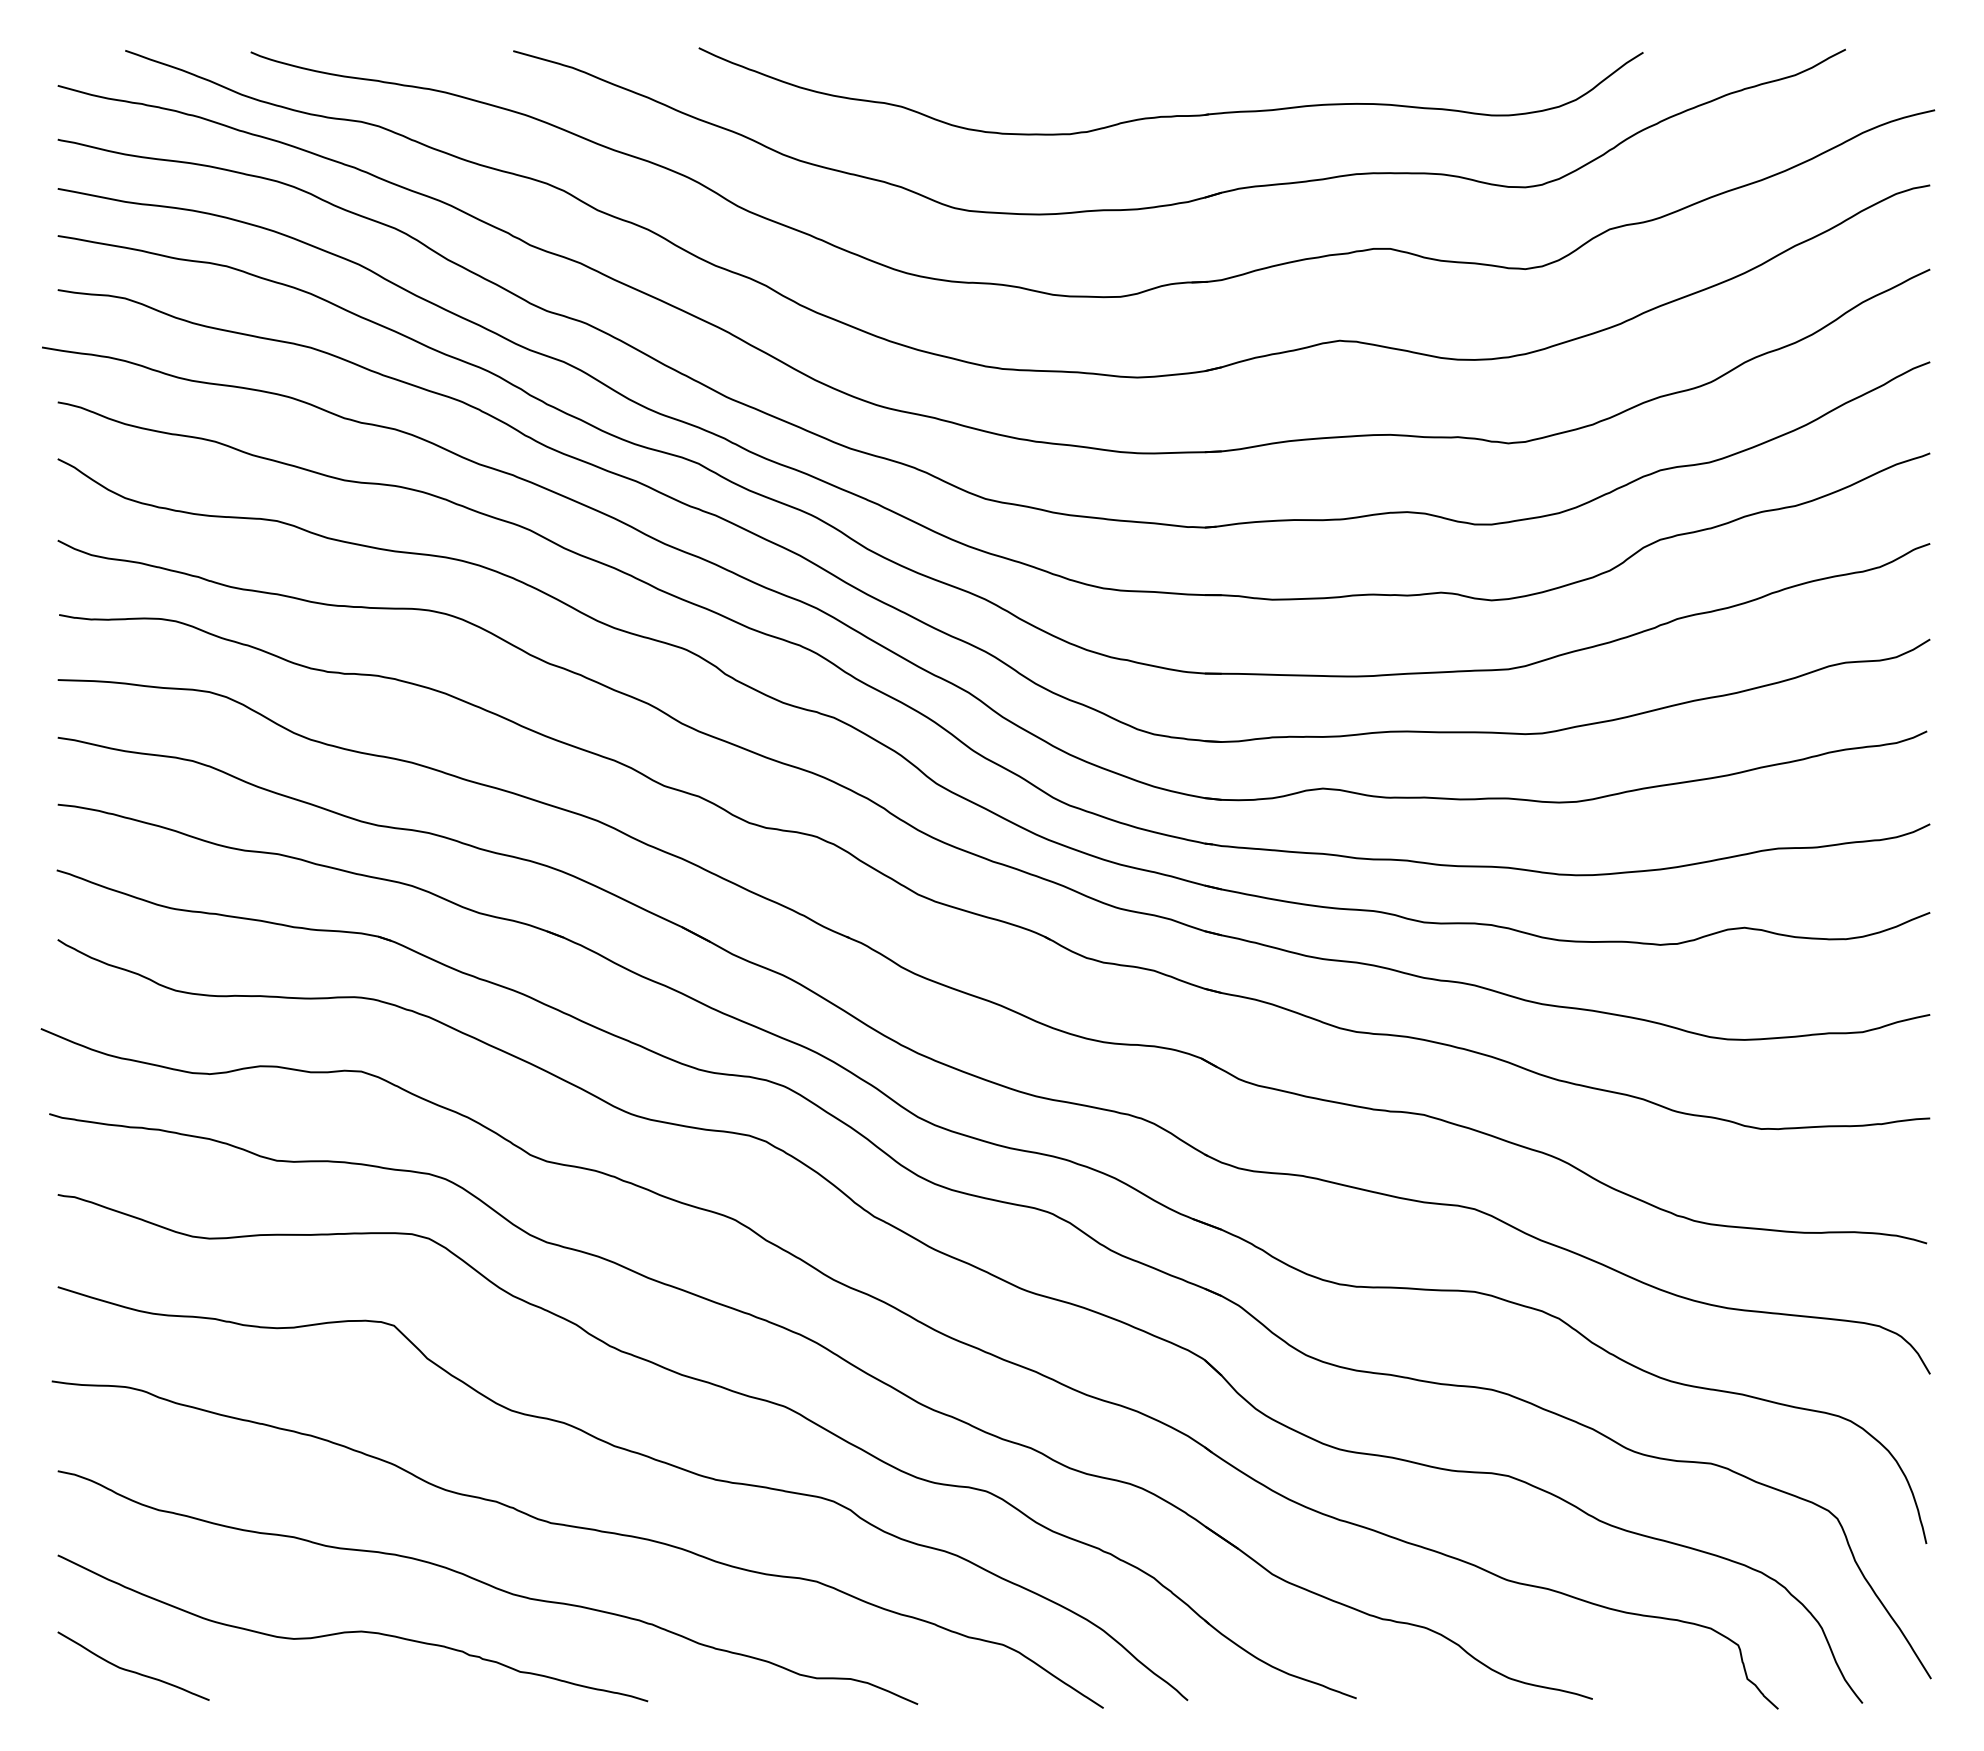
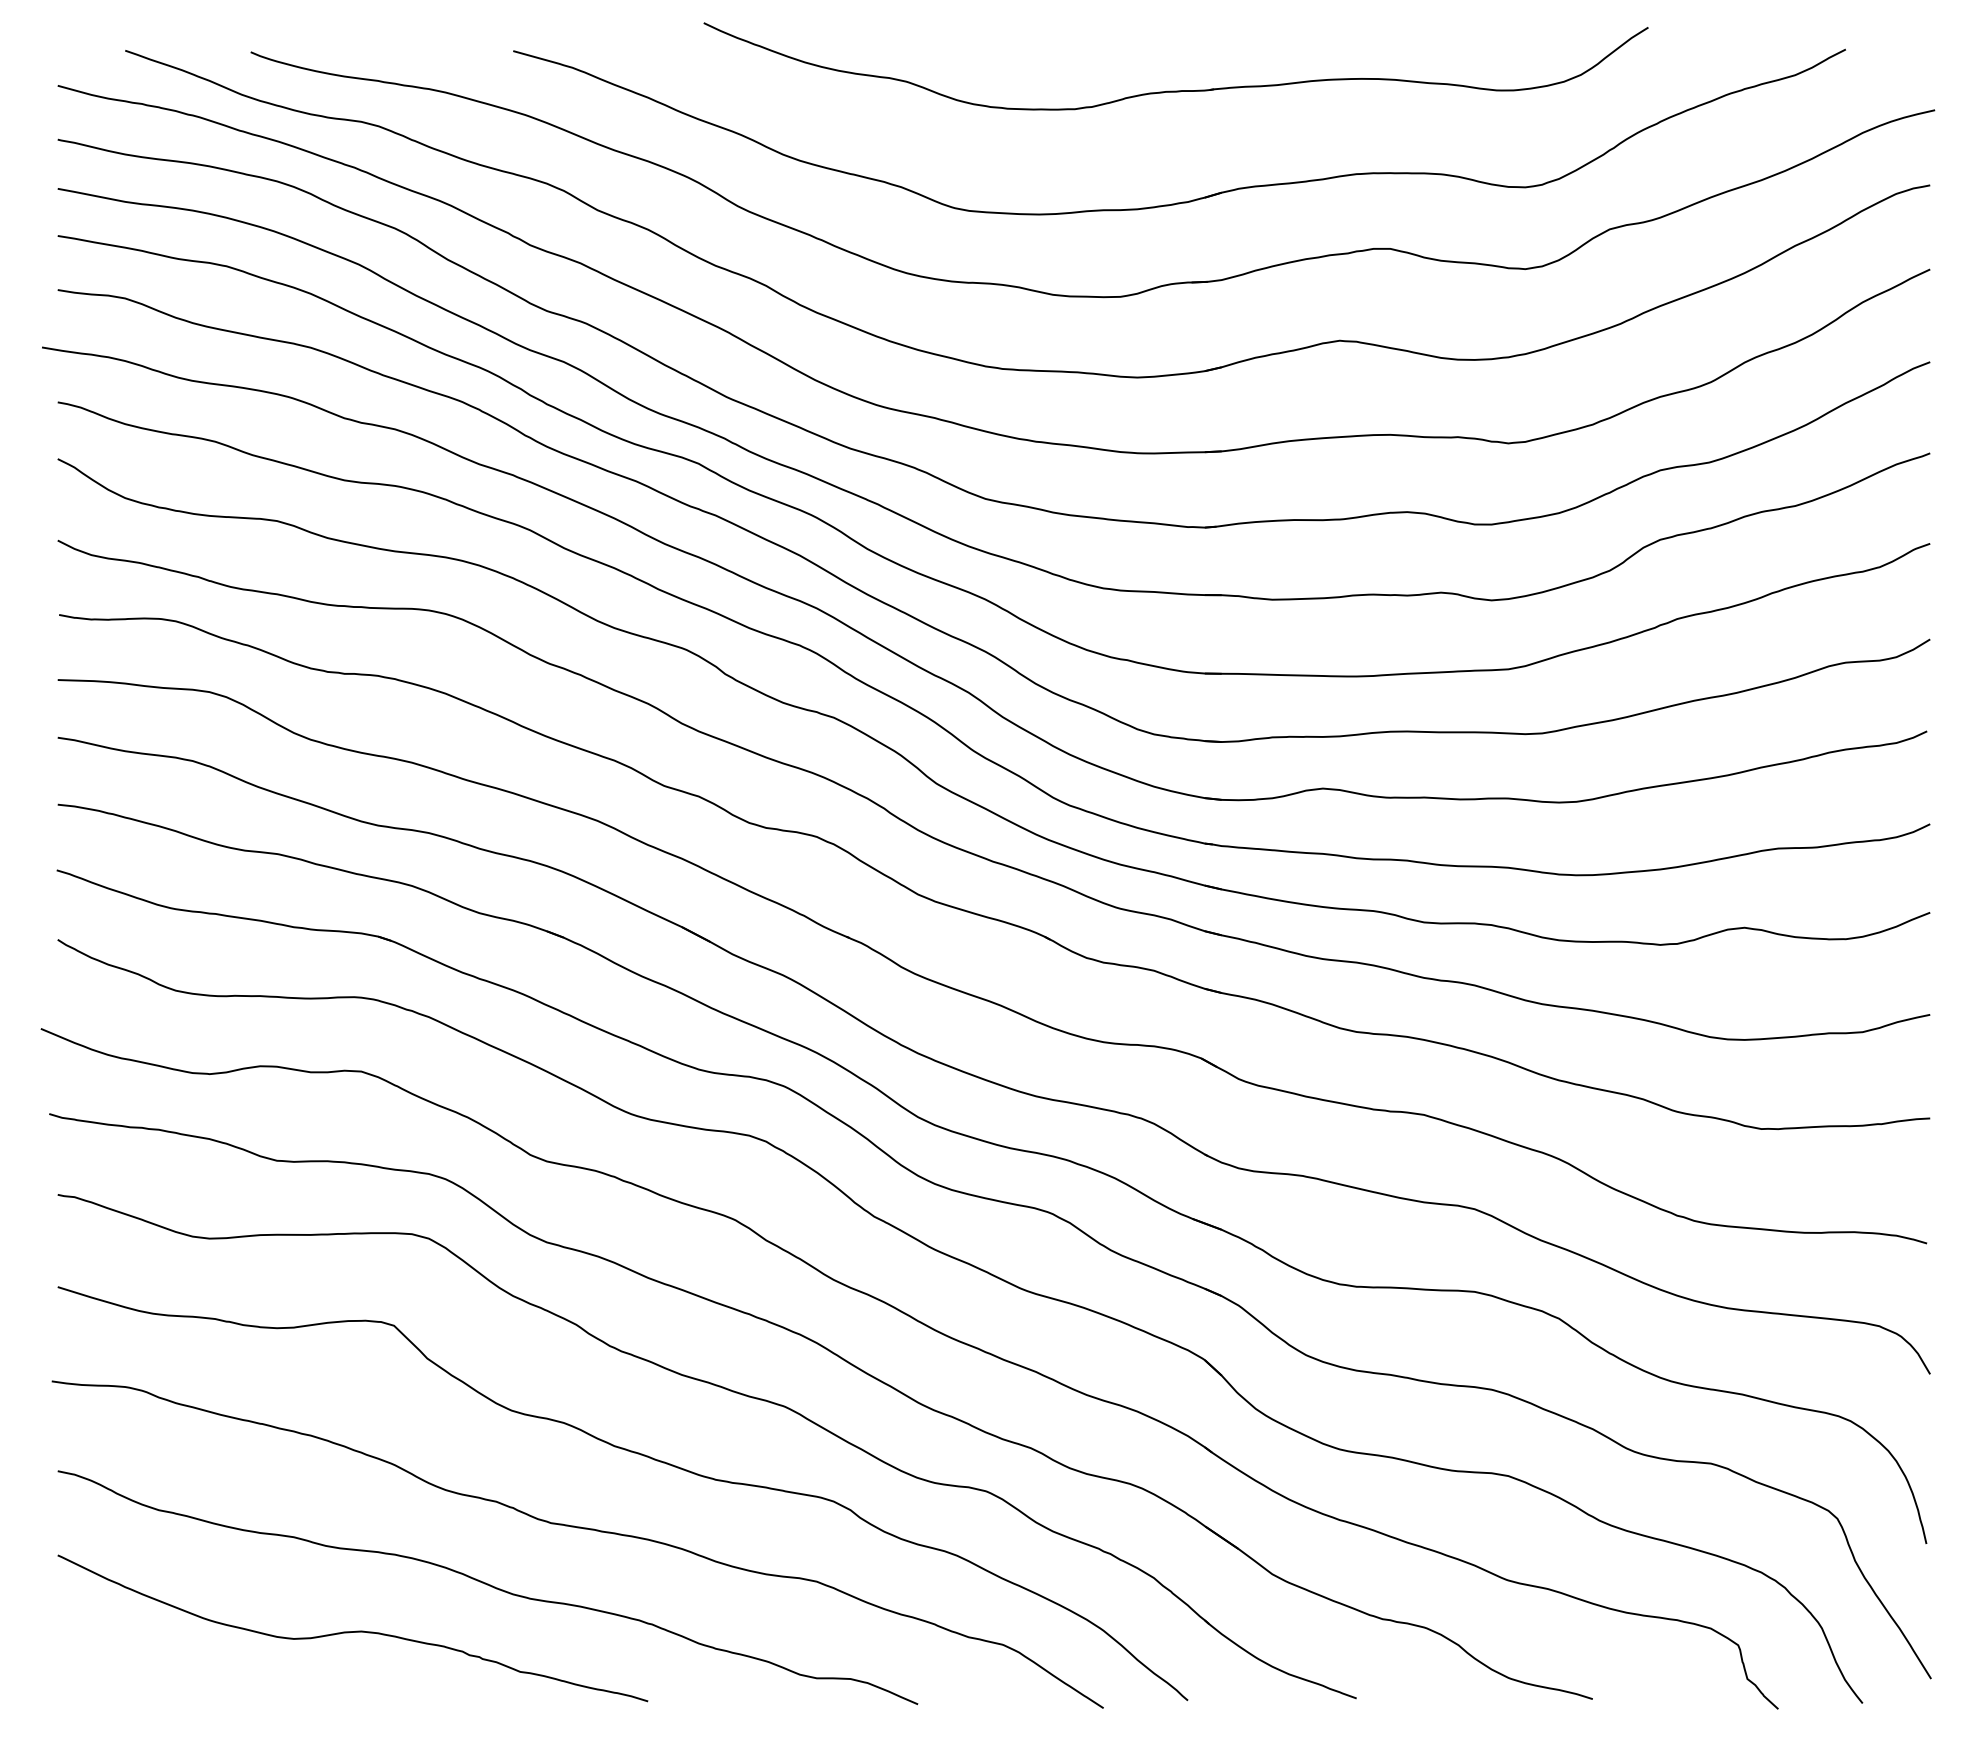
part at (1170, 115) position: (1170, 115) -> (1175, 90)
curve at (132, 1670): present -> none
